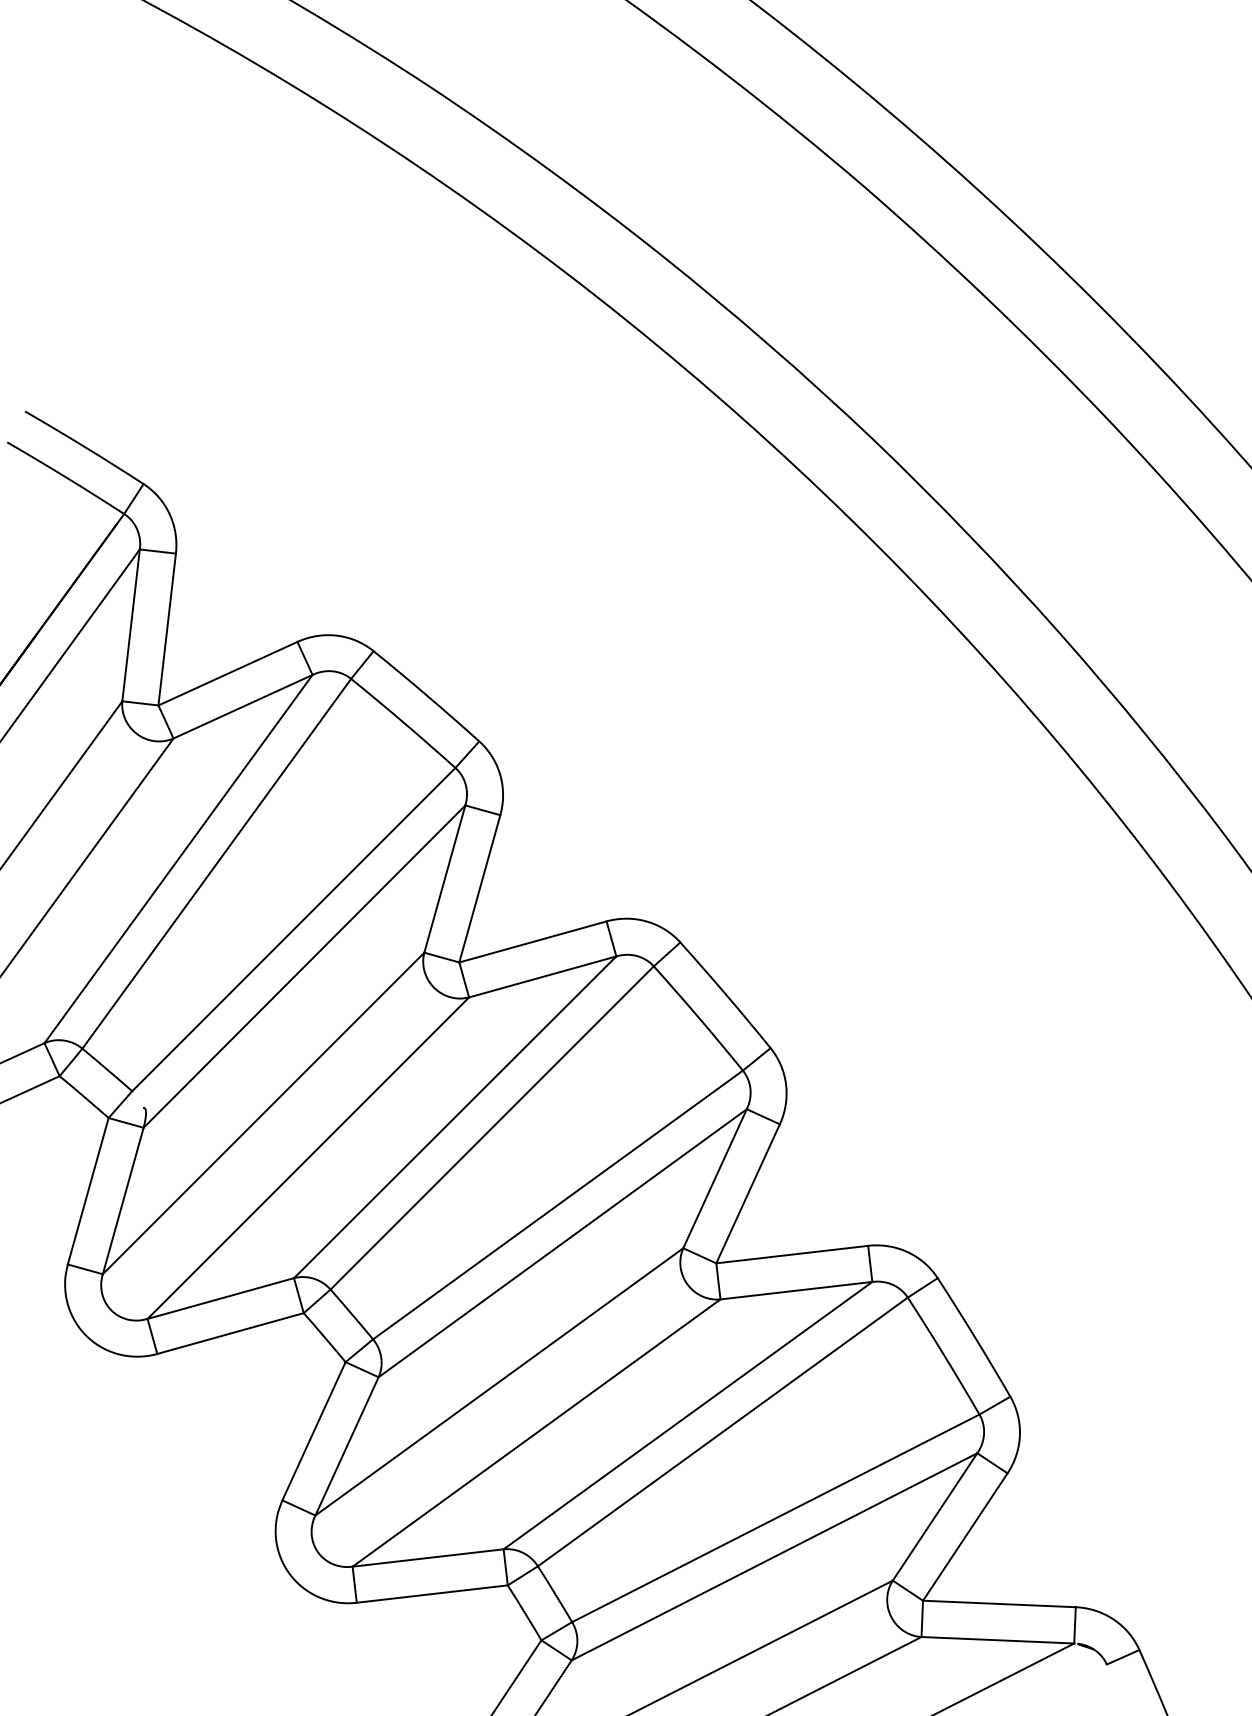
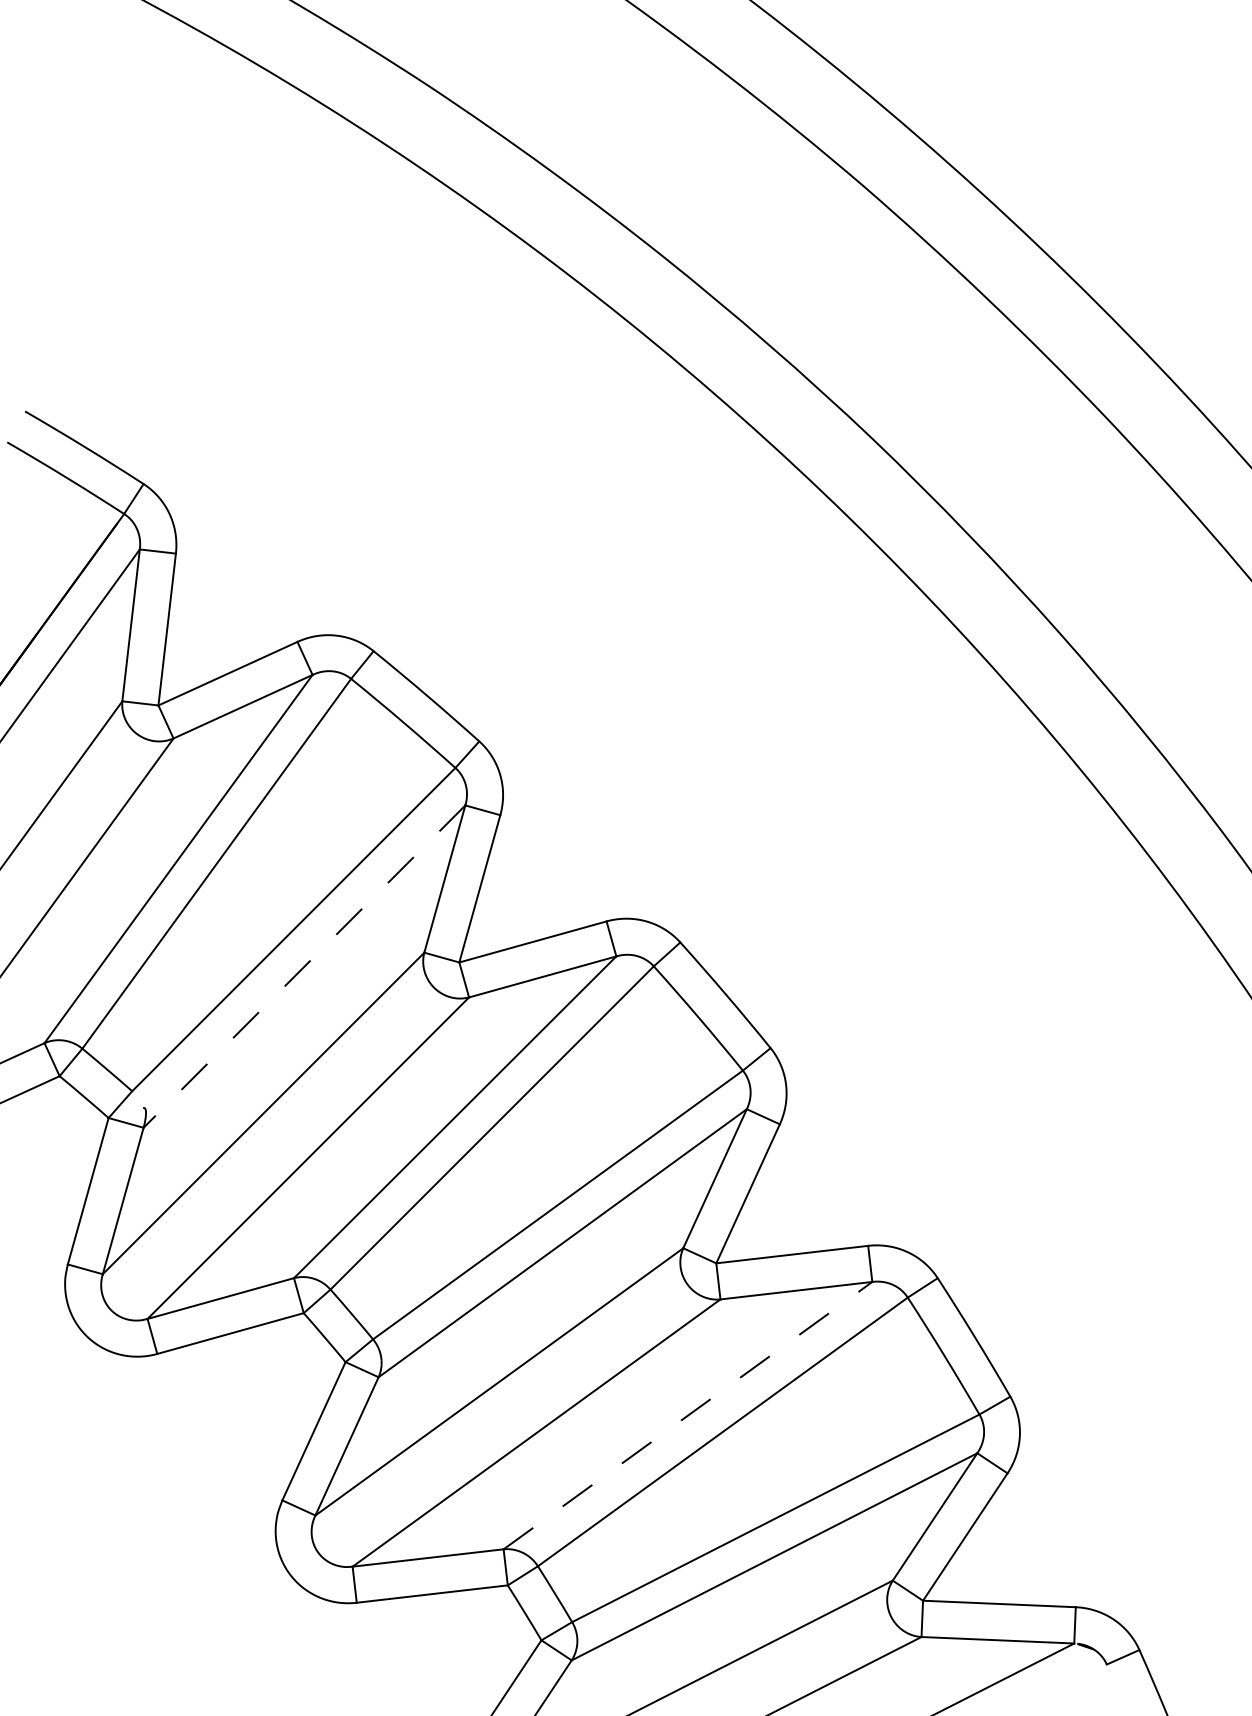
line at (304, 966): solid -> dashed
line at (687, 1415): solid -> dashed
